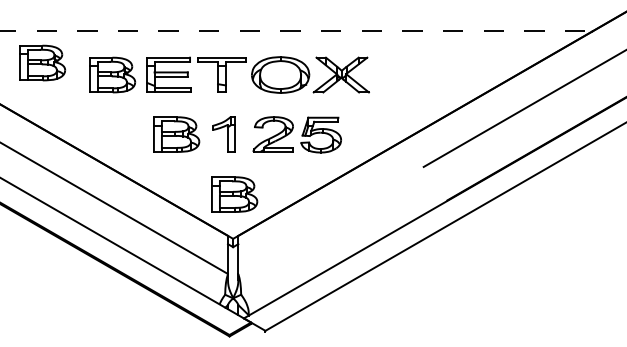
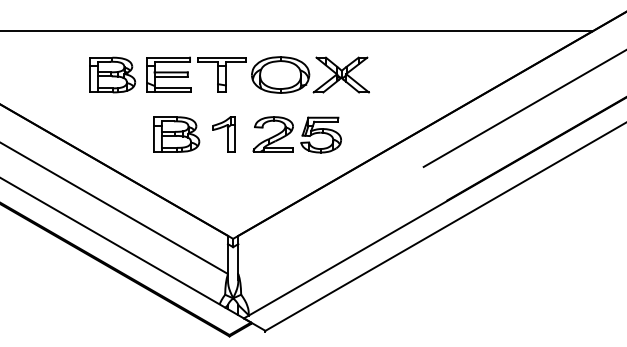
line at (296, 31): dashed -> solid
part at (42, 62): present -> none
part at (234, 194): present -> none
